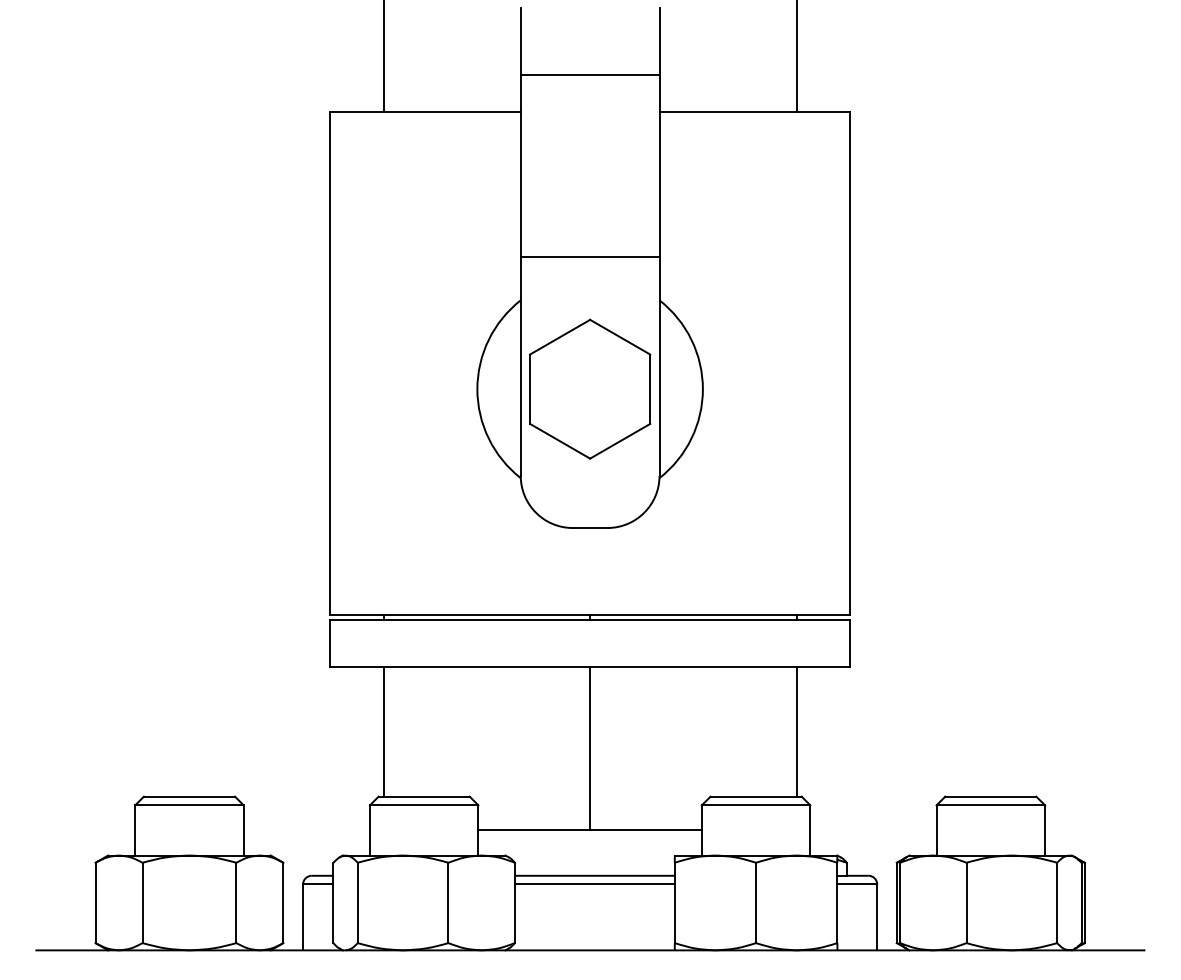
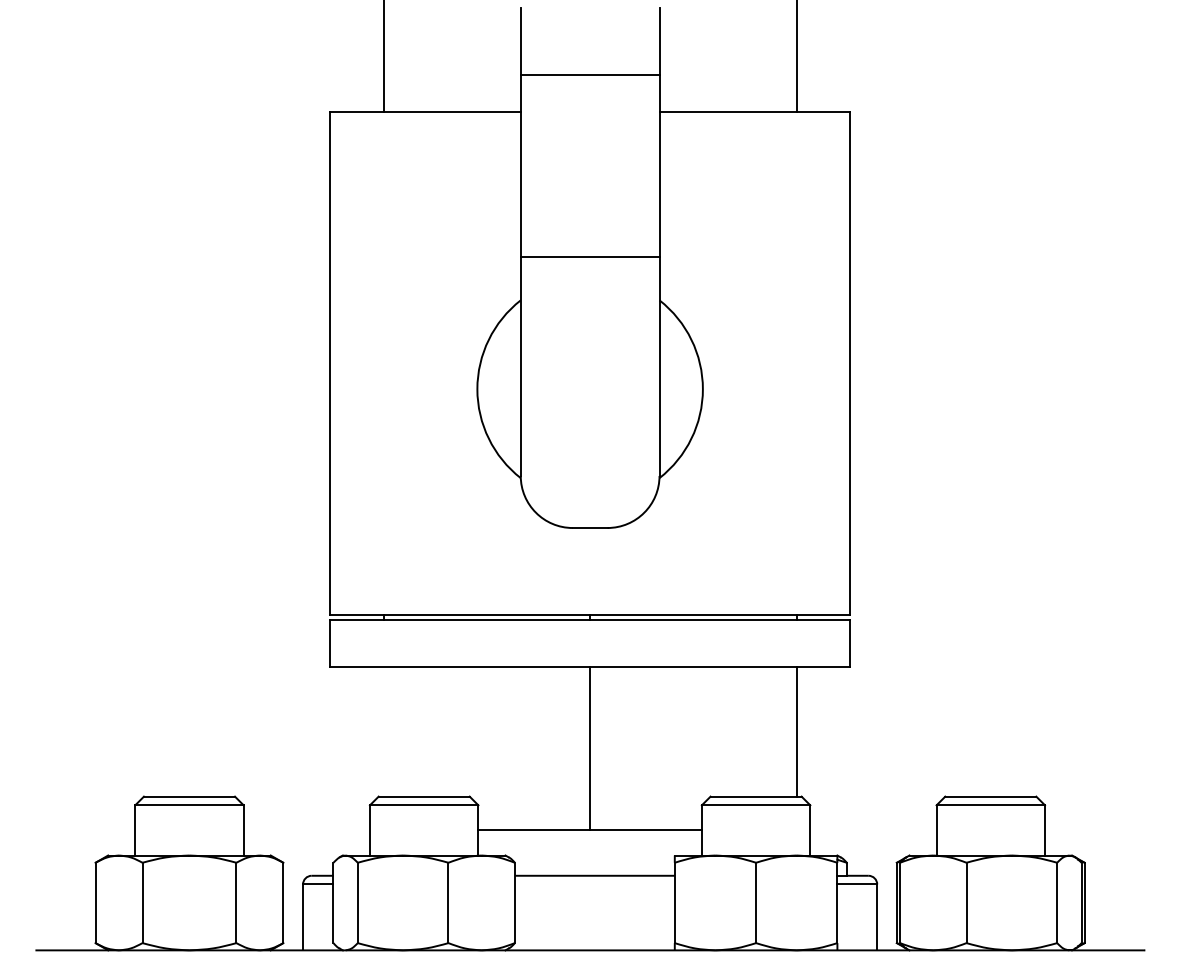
part at (590, 388): present -> none
line at (383, 731): present -> none
line at (594, 884): present -> none
